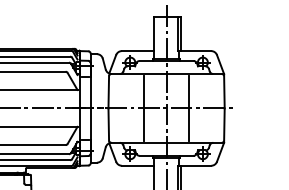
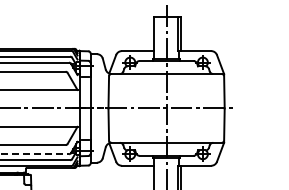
line at (144, 108): present -> none
line at (188, 108): present -> none
line at (35, 154): solid -> dashed
